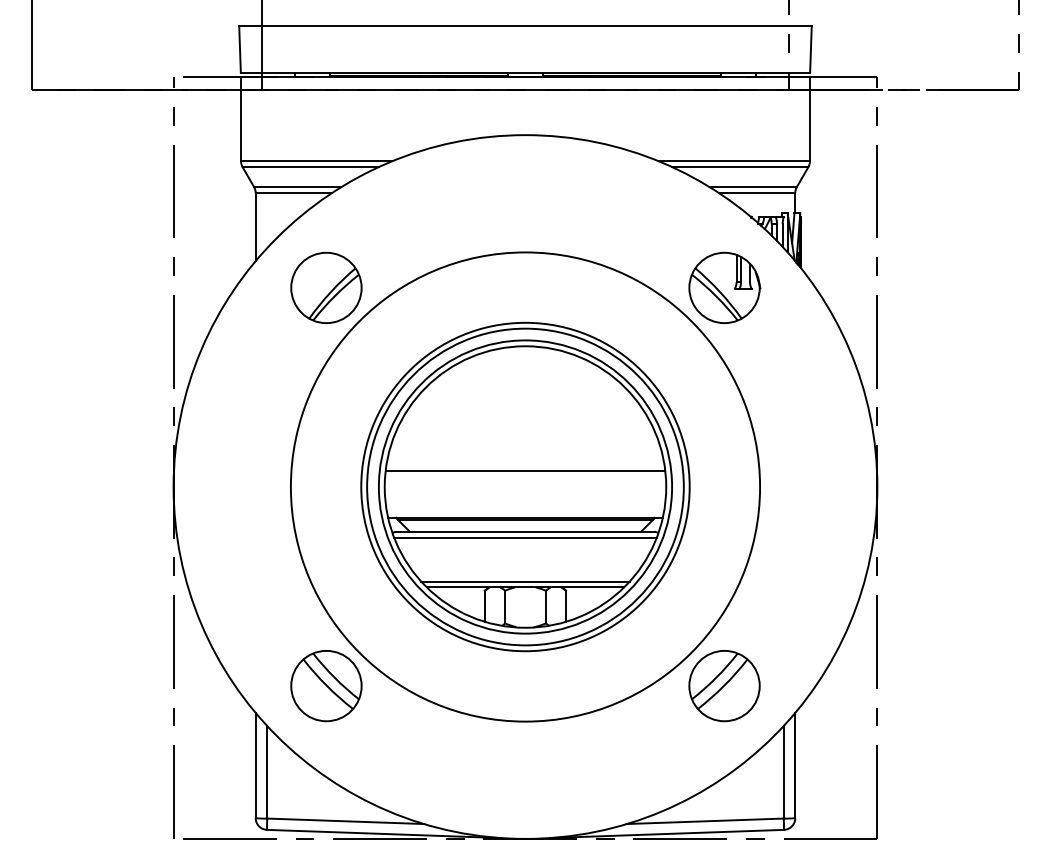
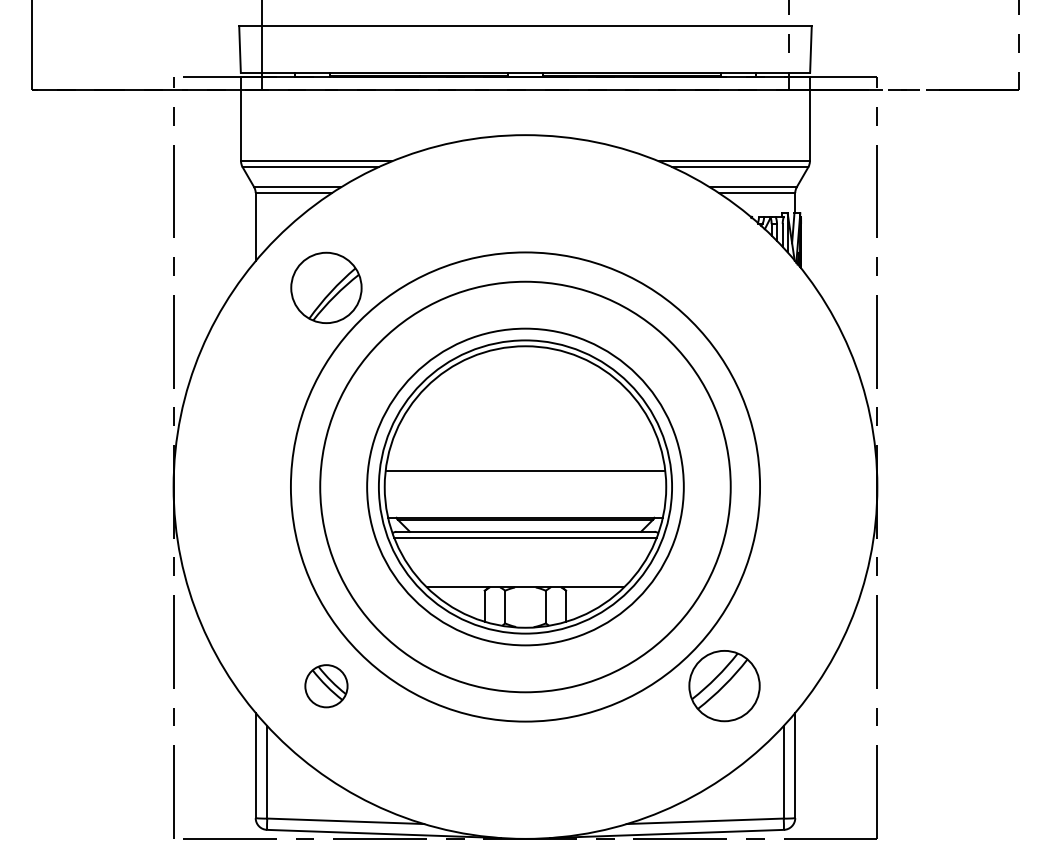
part at (724, 287): present -> none
circle at (525, 486) diameter: 328 px -> 411 px
line at (525, 581): present -> none
part at (326, 686) size: 73x73 px -> 45x45 px
